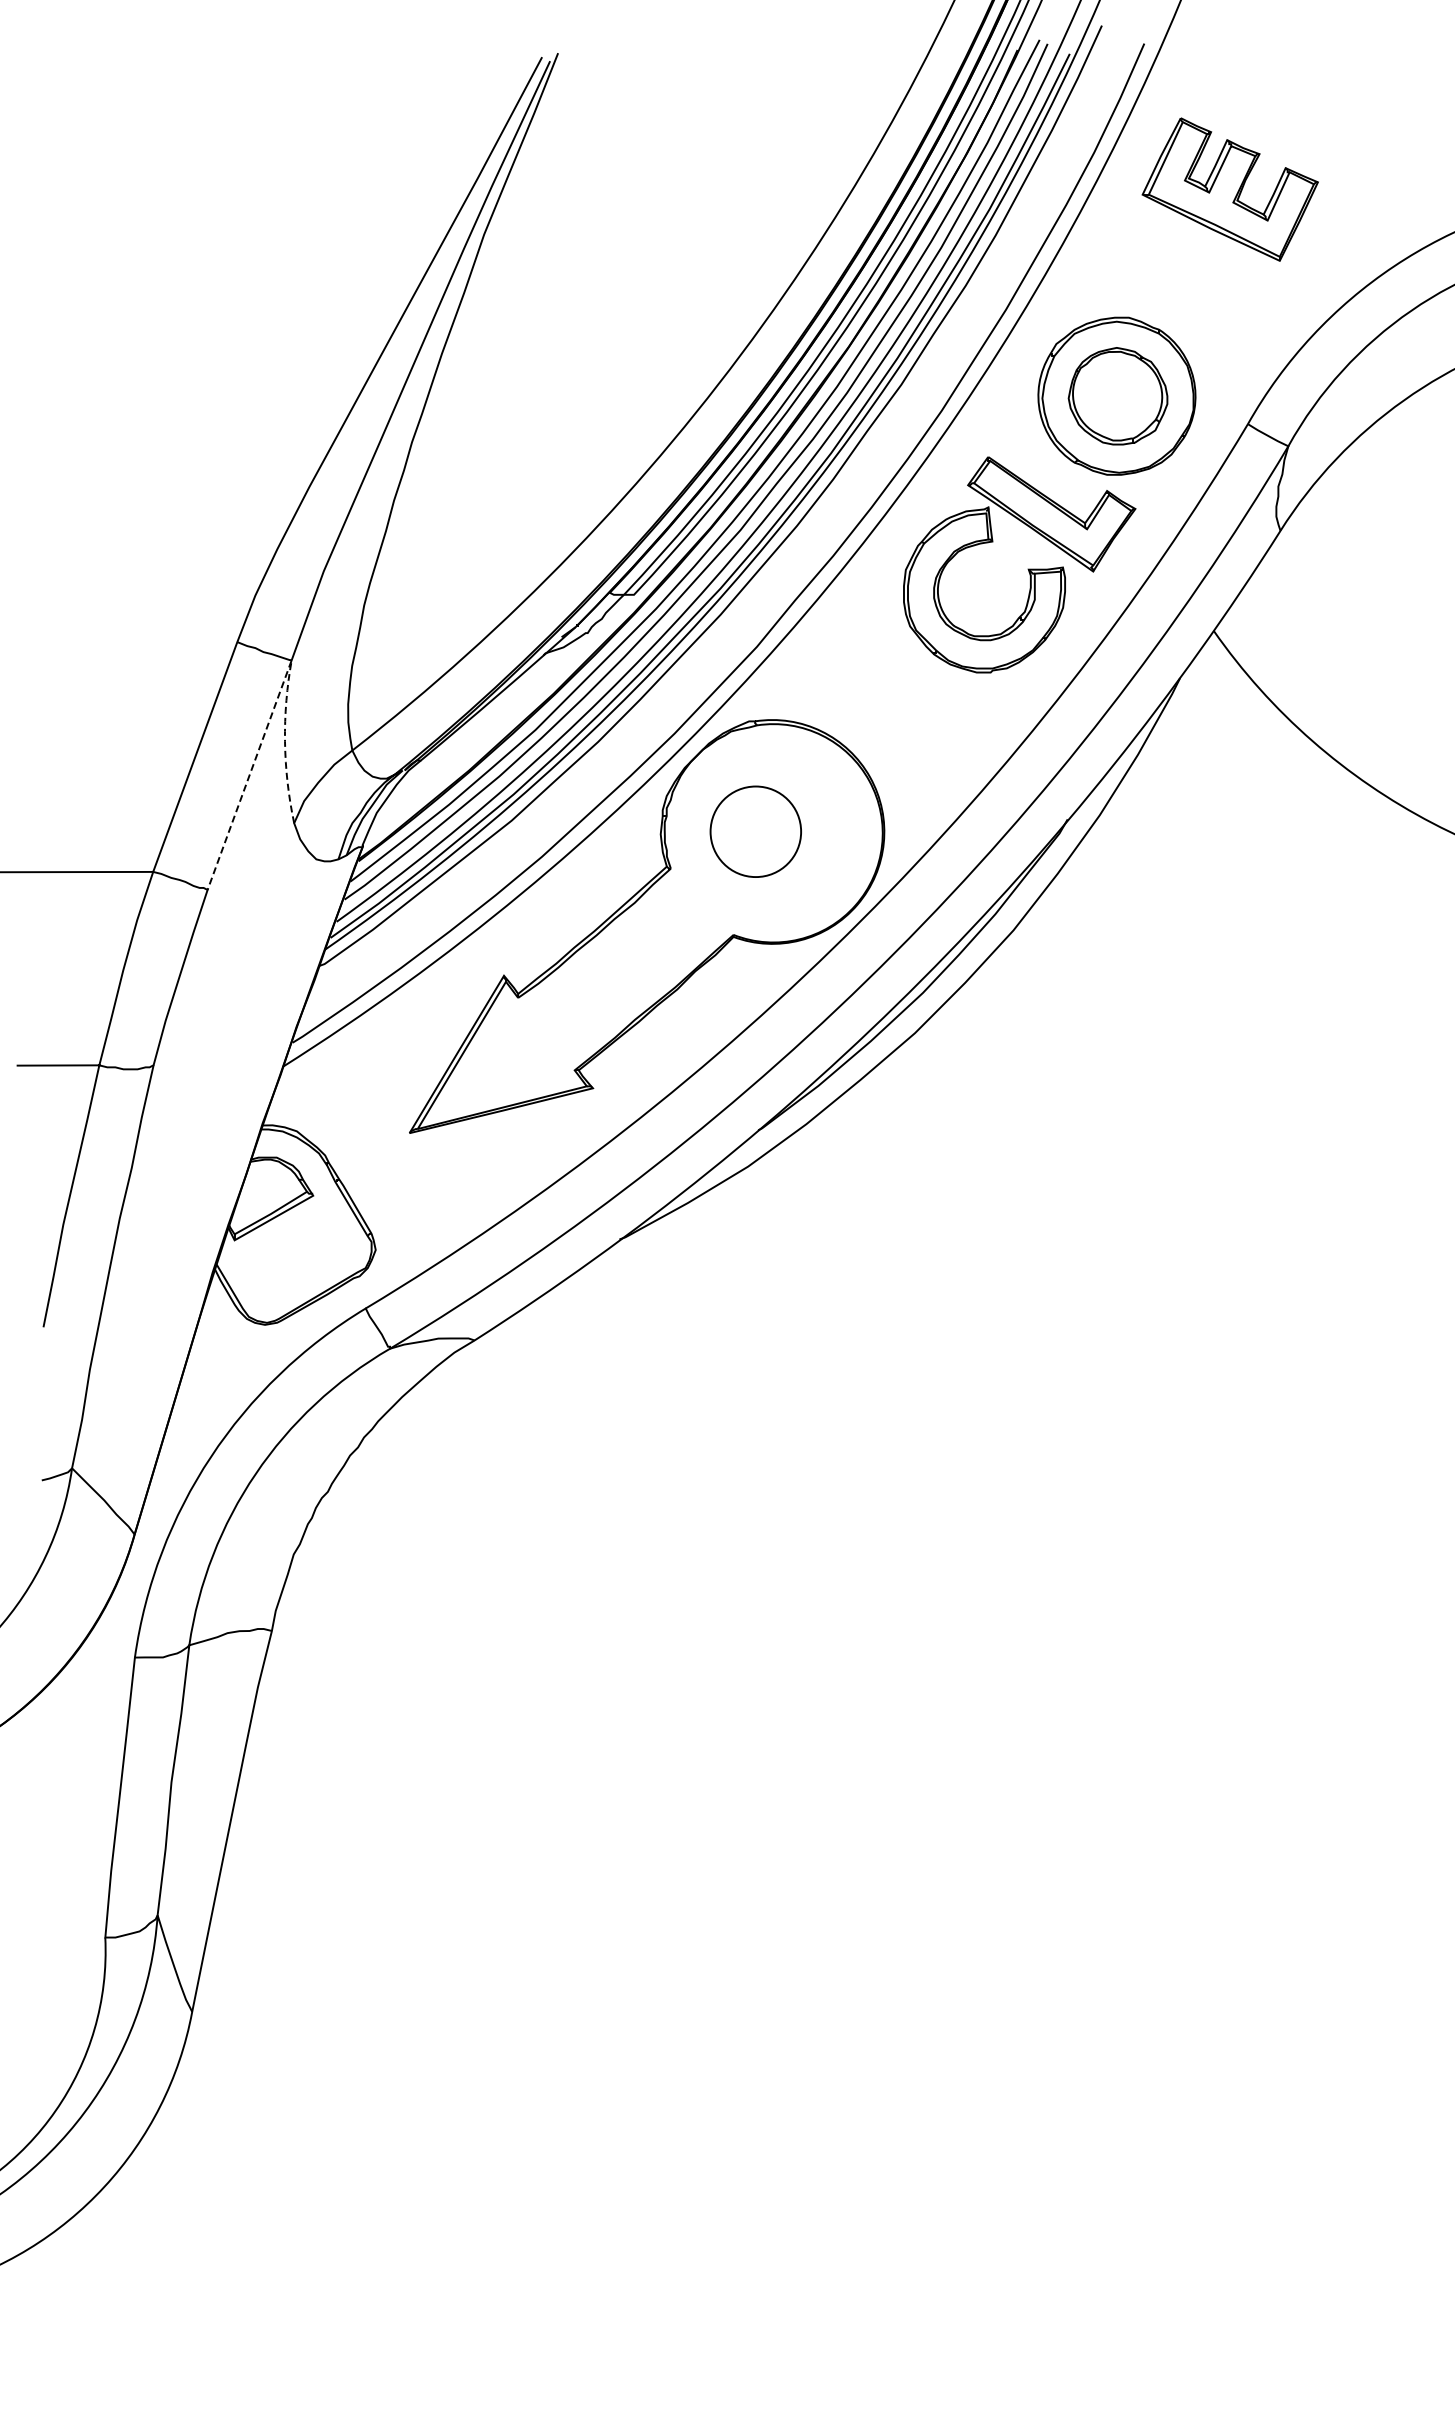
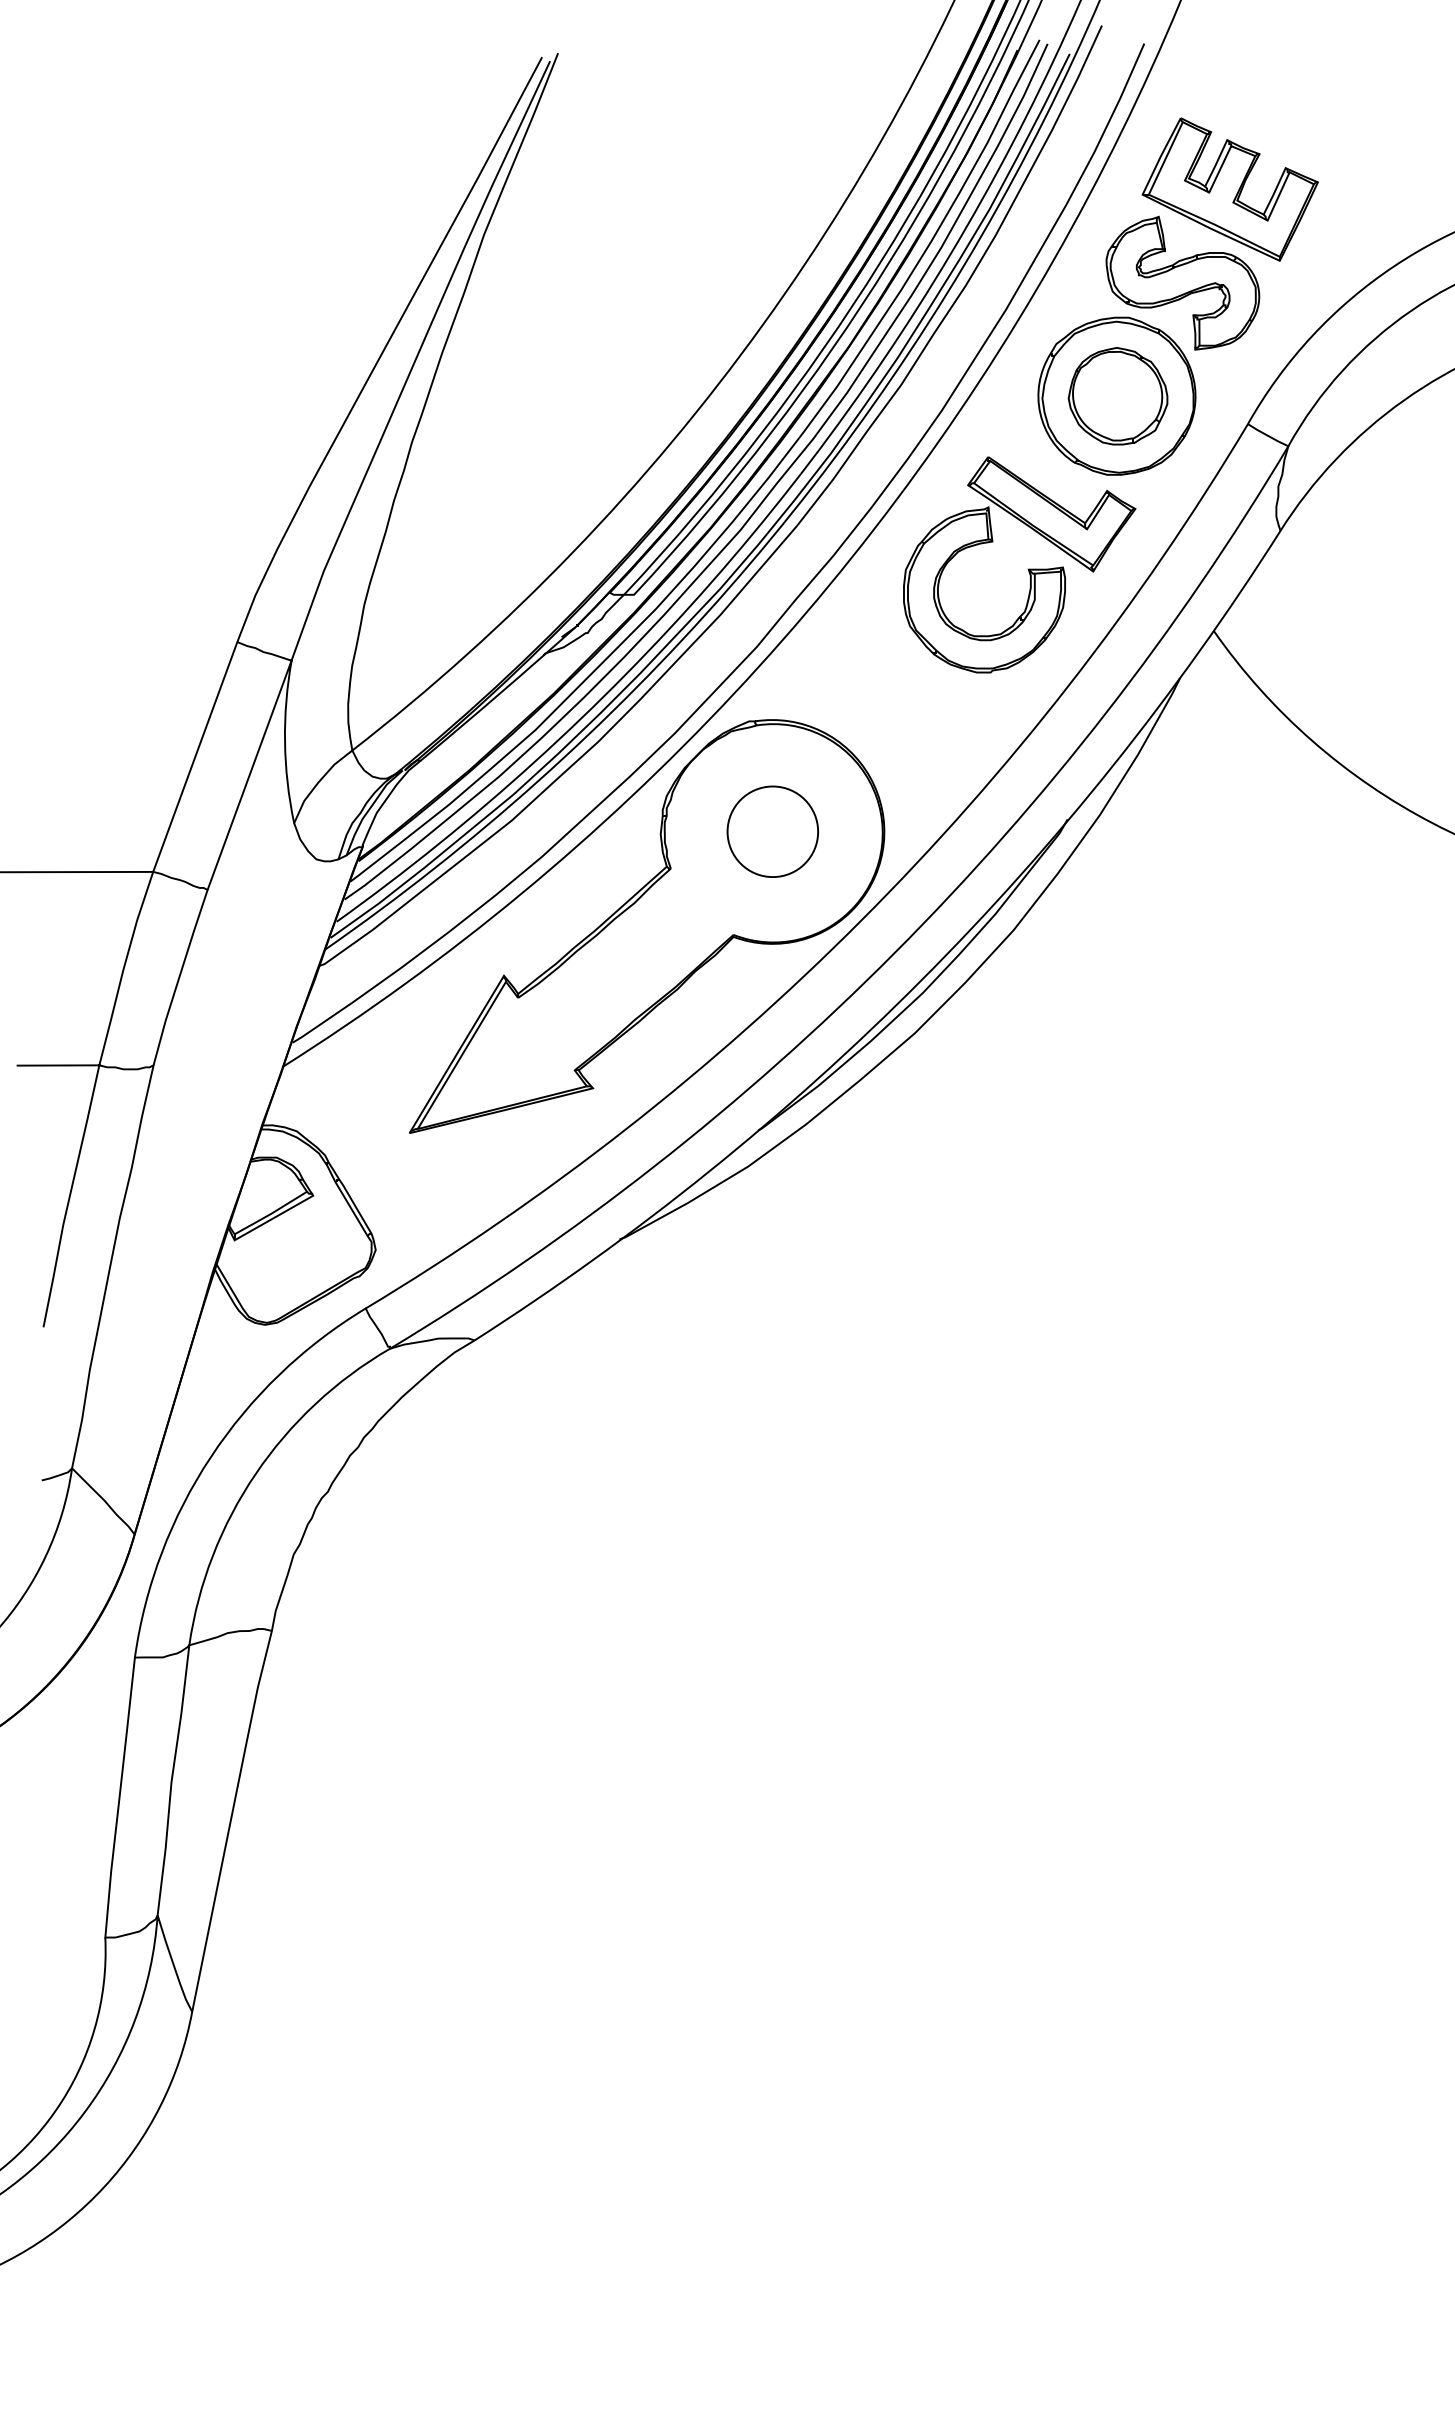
part at (1182, 282): none -> present
line at (279, 692): dashed -> solid
circle at (755, 831) position: (755, 831) -> (772, 831)
